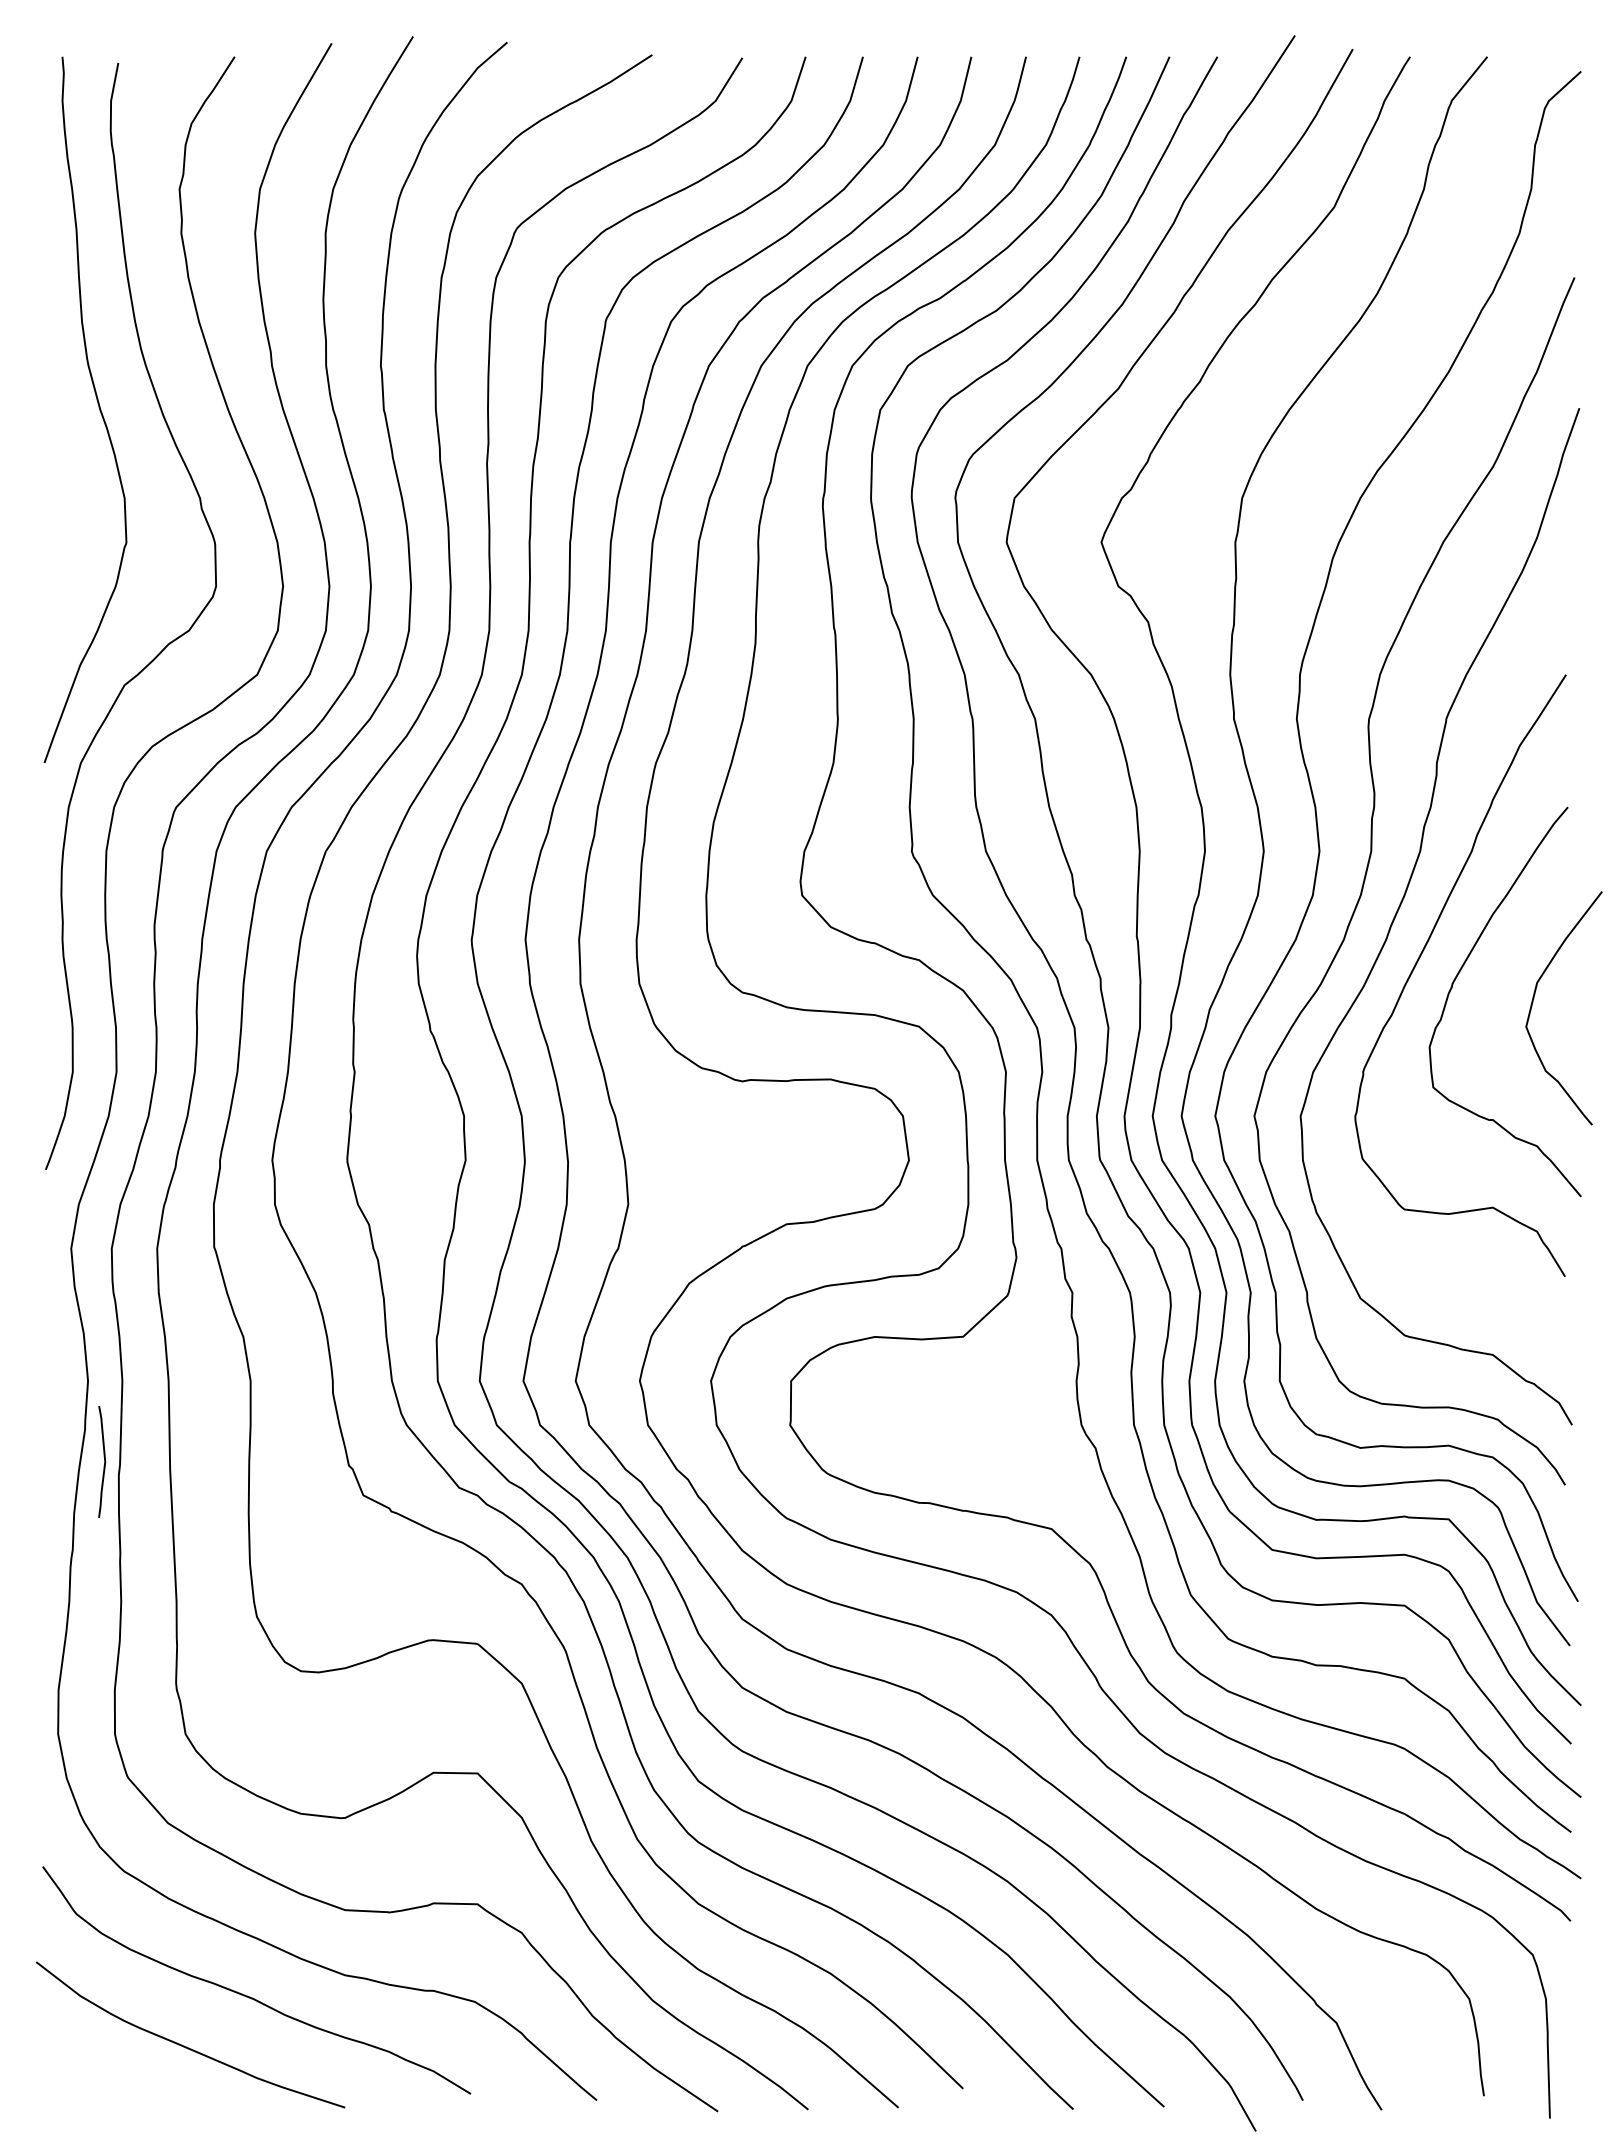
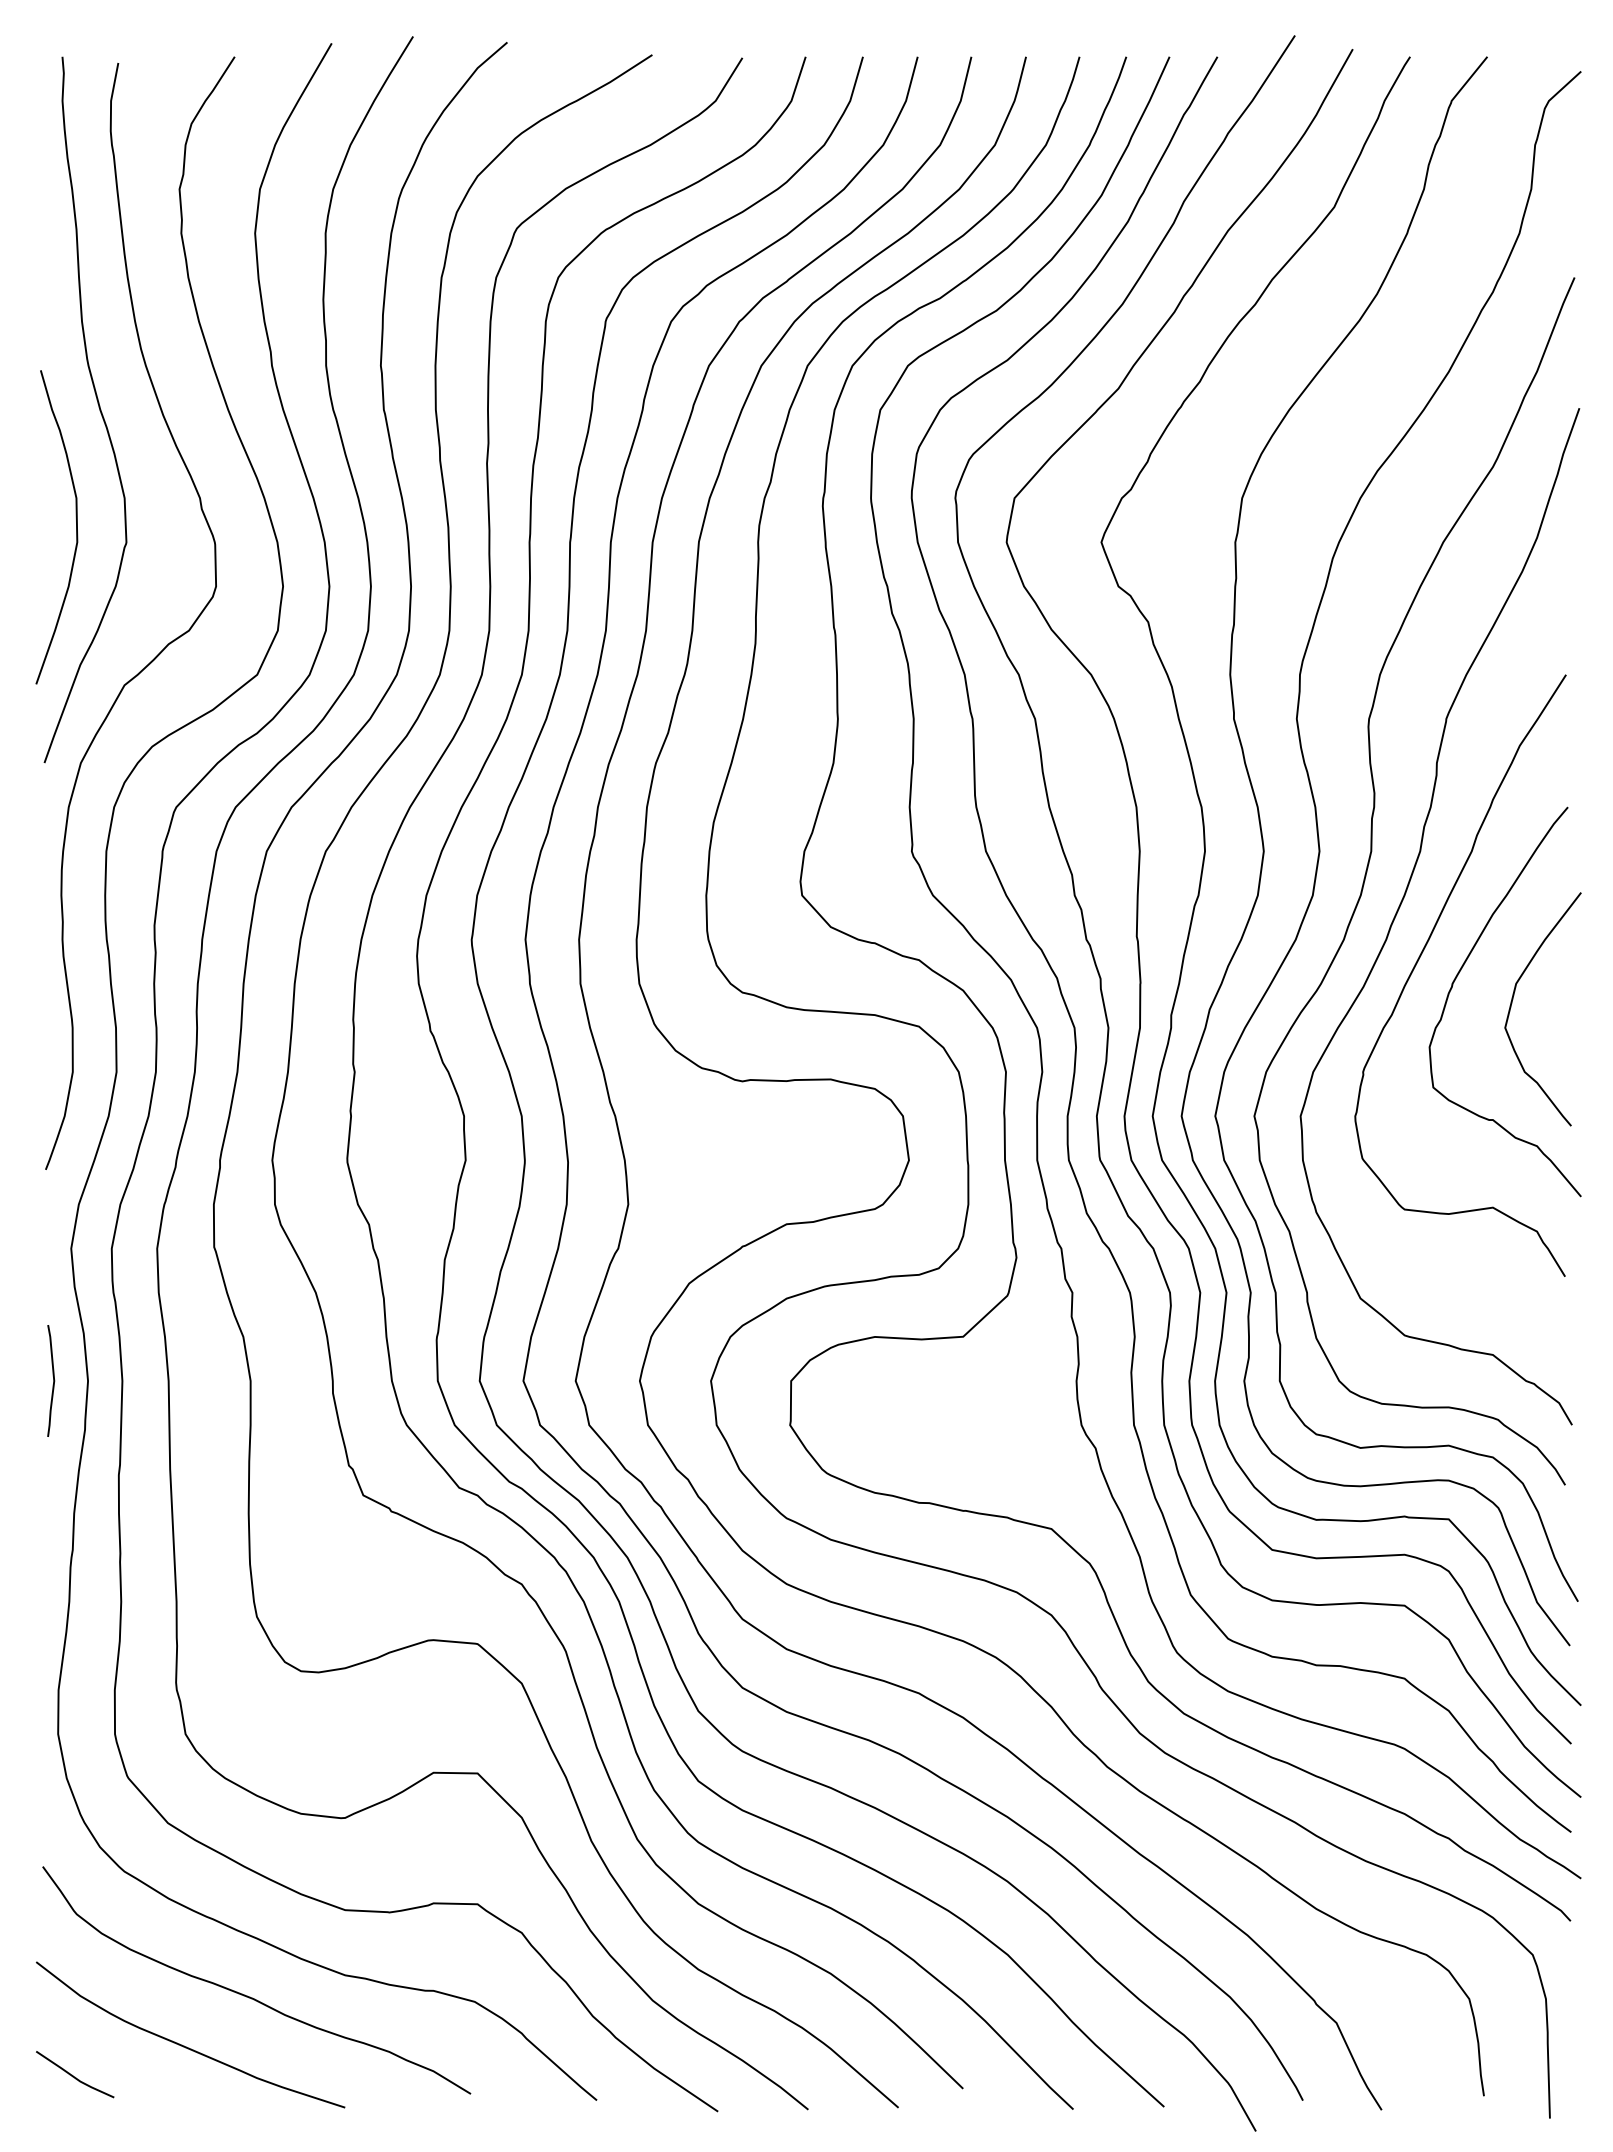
curve at (76, 527): none -> present
curve at (1533, 1002) position: (1533, 1002) -> (1512, 1003)
curve at (104, 1461) position: (104, 1461) -> (53, 1380)
line at (73, 2075): none -> present
